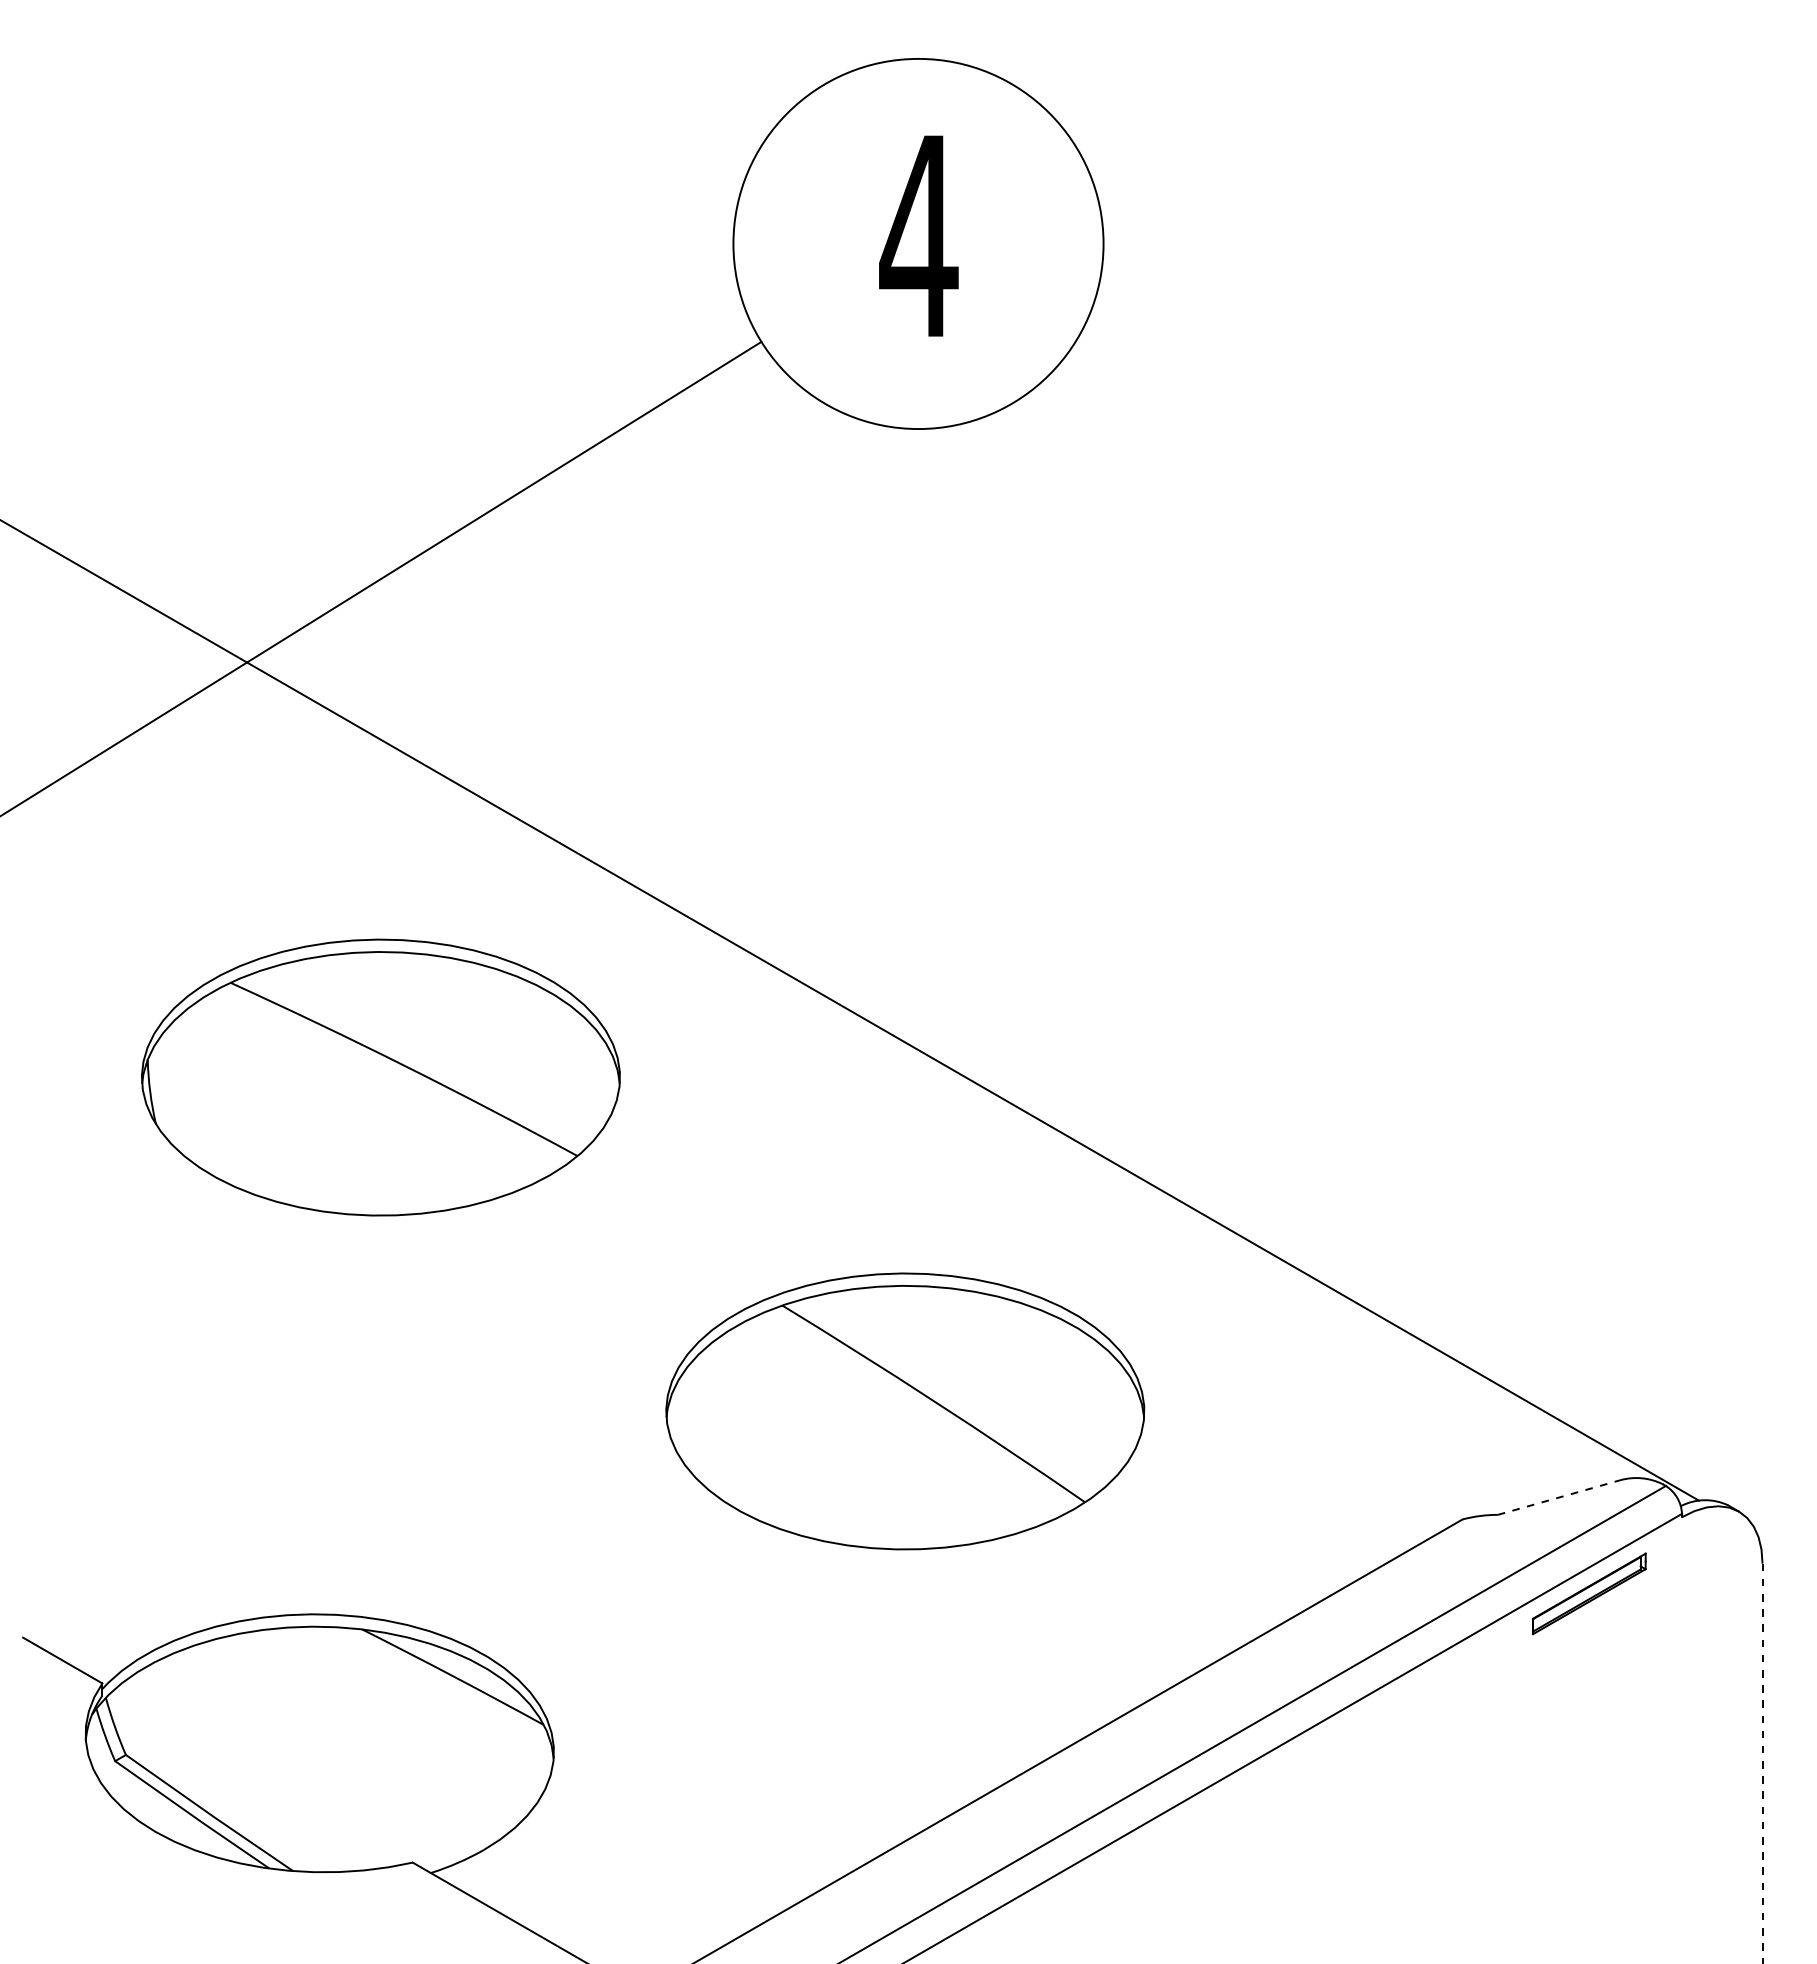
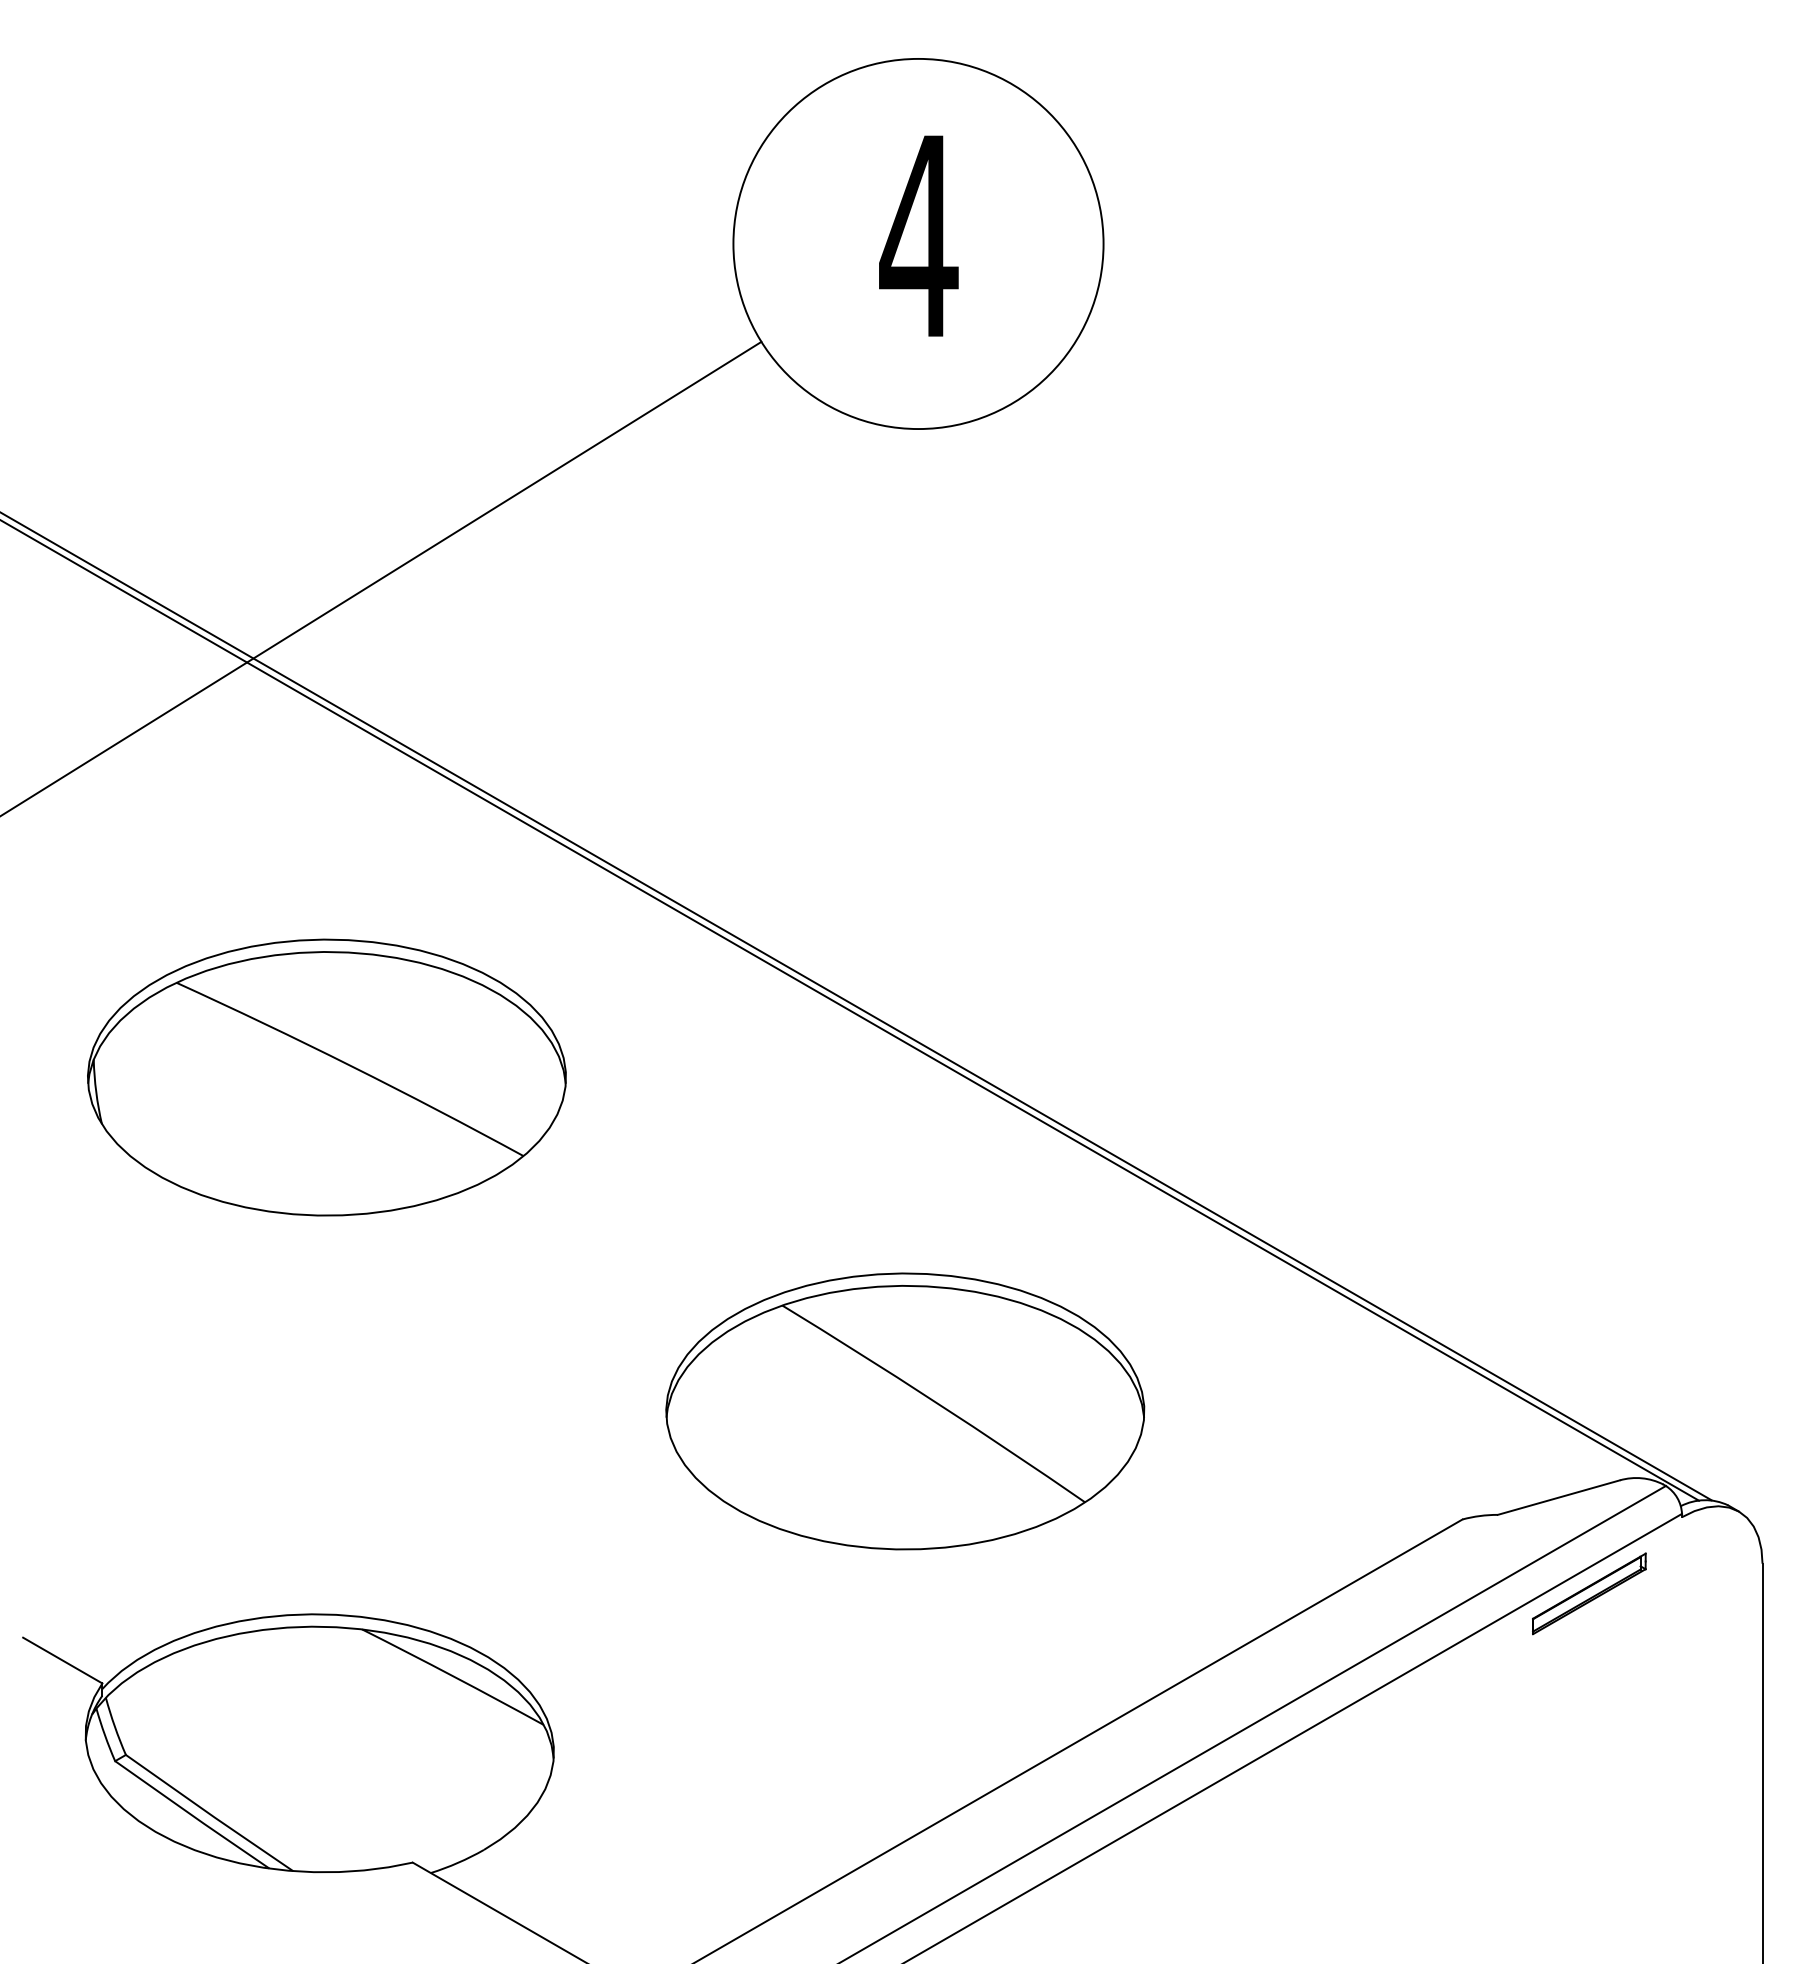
line at (856, 1006): none -> present
part at (380, 1077) position: (380, 1077) -> (326, 1077)
line at (1559, 1497): dashed -> solid
line at (1762, 1763): dashed -> solid
